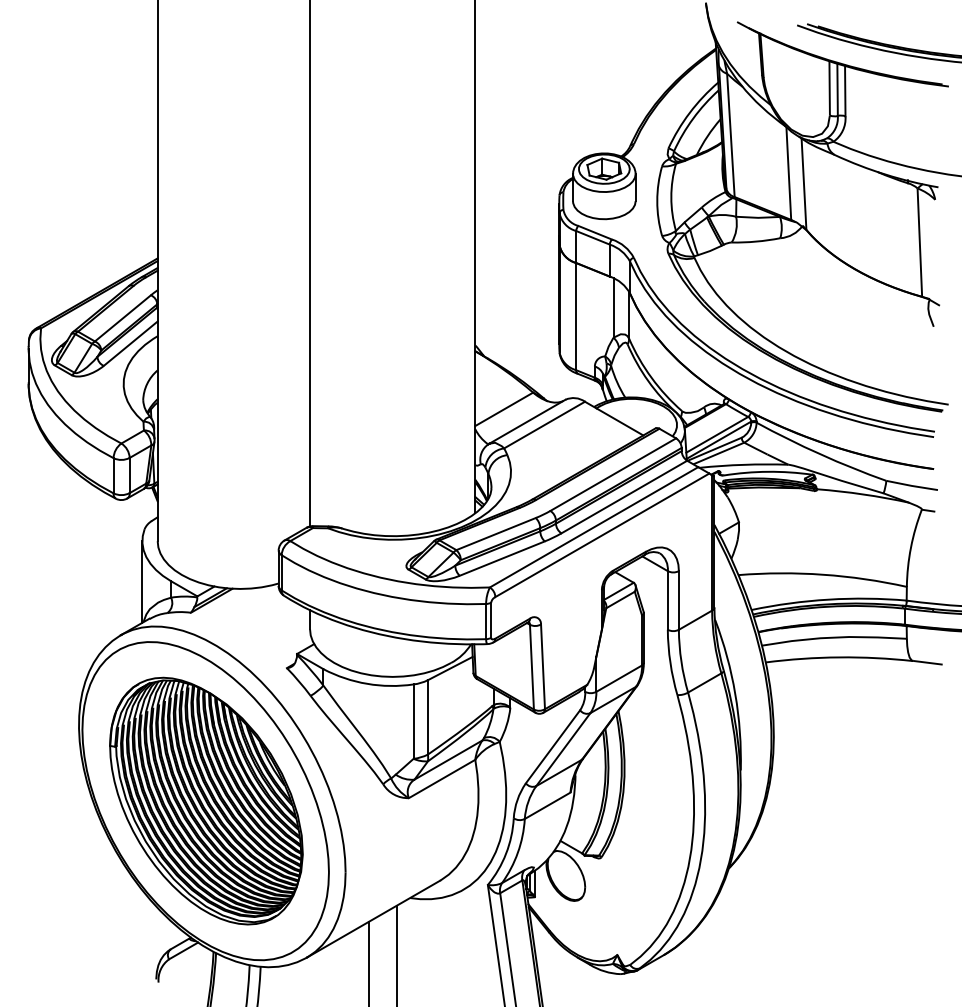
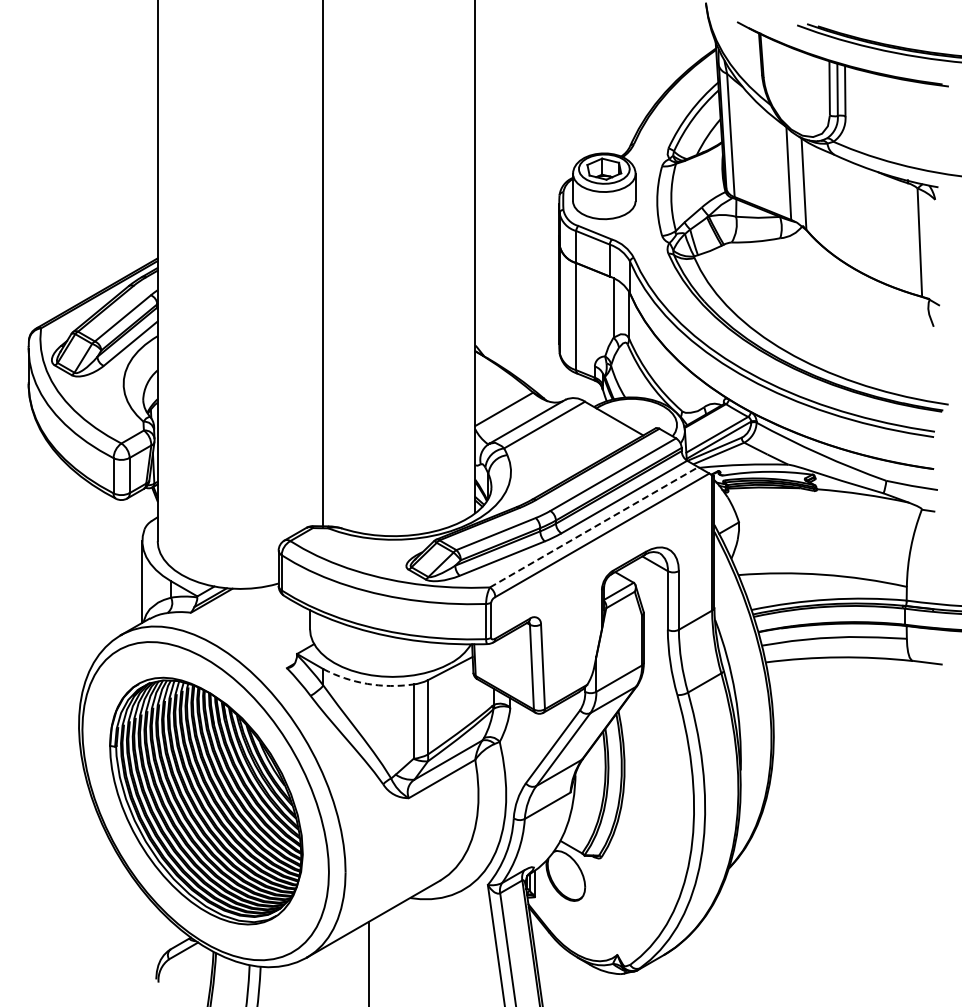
line at (310, 264) position: (310, 264) -> (323, 264)
line at (594, 527): solid -> dashed
arc at (367, 683): solid -> dashed
line at (396, 954): present -> none
